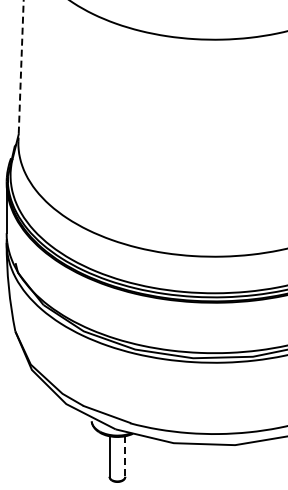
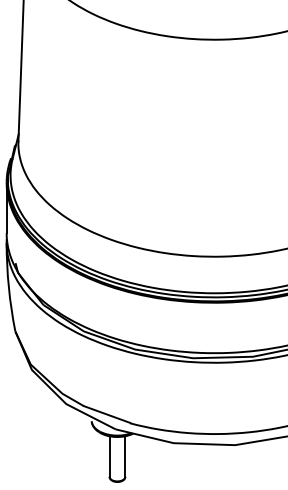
line at (21, 71): dashed -> solid
line at (125, 457): dashed -> solid
